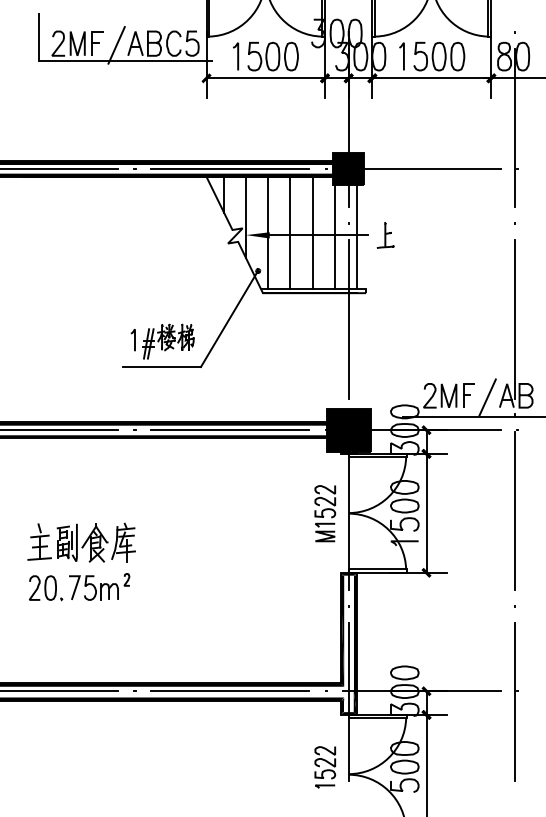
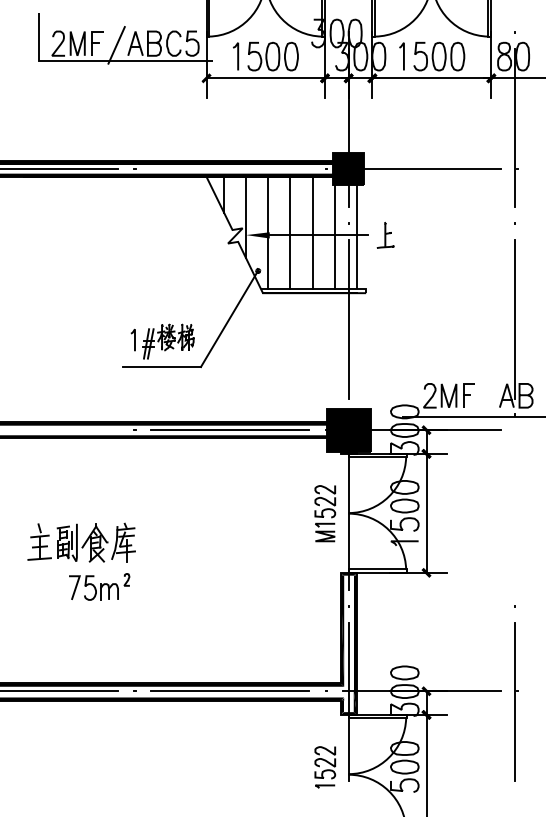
line at (230, 169): present -> none
line at (487, 397): present -> none
line at (60, 430): present -> none
part at (516, 509): present -> none
part at (46, 588): present -> none
